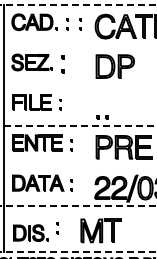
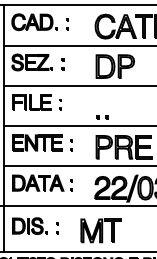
line at (78, 5): dashed -> solid
part at (80, 24): present -> none
line at (78, 45): none -> present
part at (62, 64) size: 4x19 px -> 4x13 px
line at (78, 85): none -> present
line at (80, 125): dashed -> solid
line at (78, 166): none -> present
line at (78, 206): dashed -> solid
part at (30, 232) position: (30, 232) -> (29, 225)
line at (78, 252): dashed -> solid
